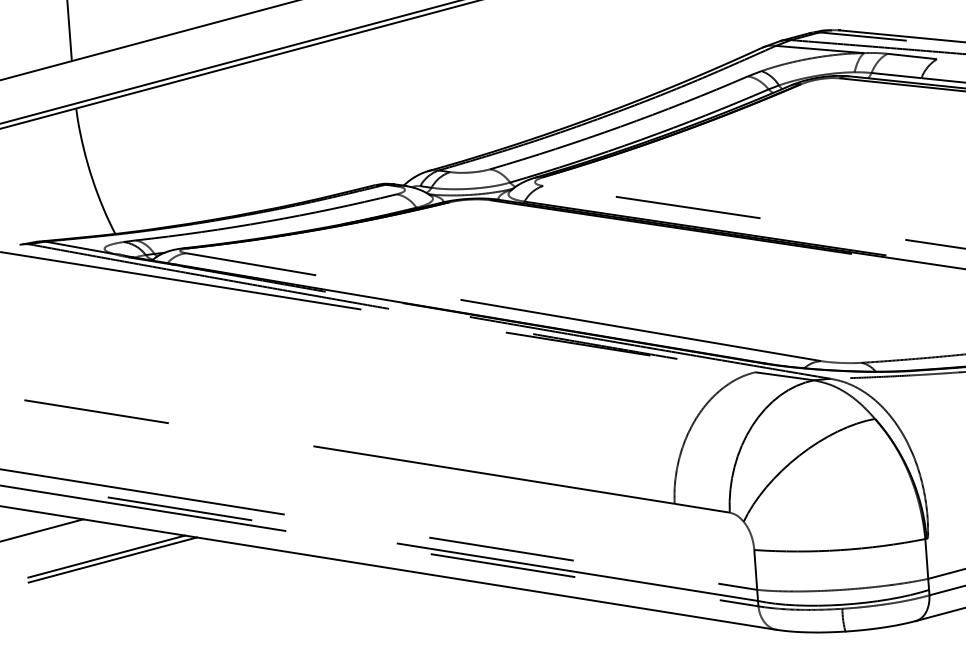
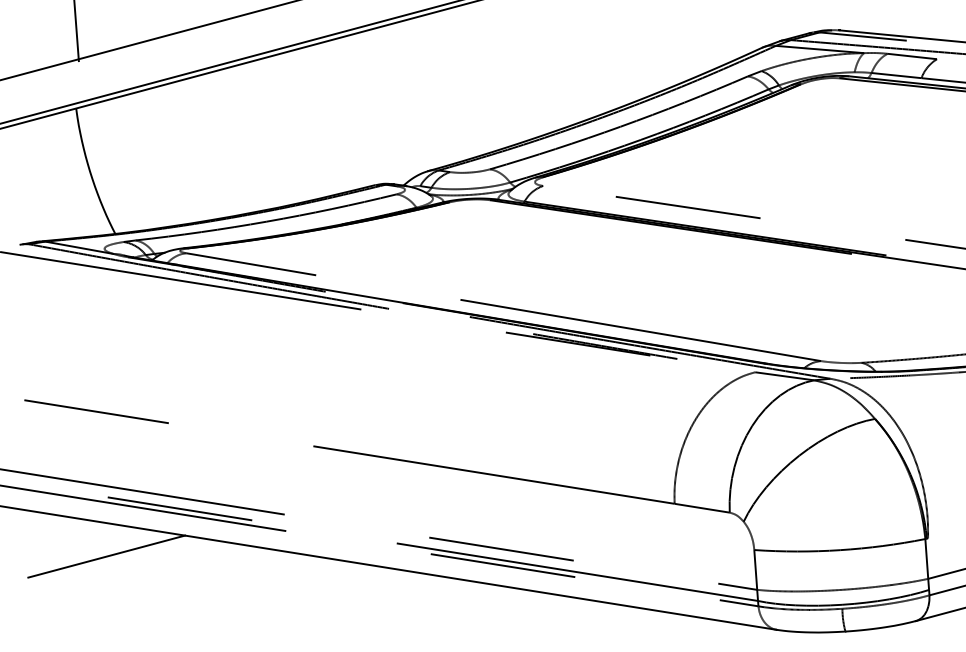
line at (69, 31) position: (69, 31) -> (76, 31)
line at (42, 529): present -> none
line at (112, 559): present -> none
